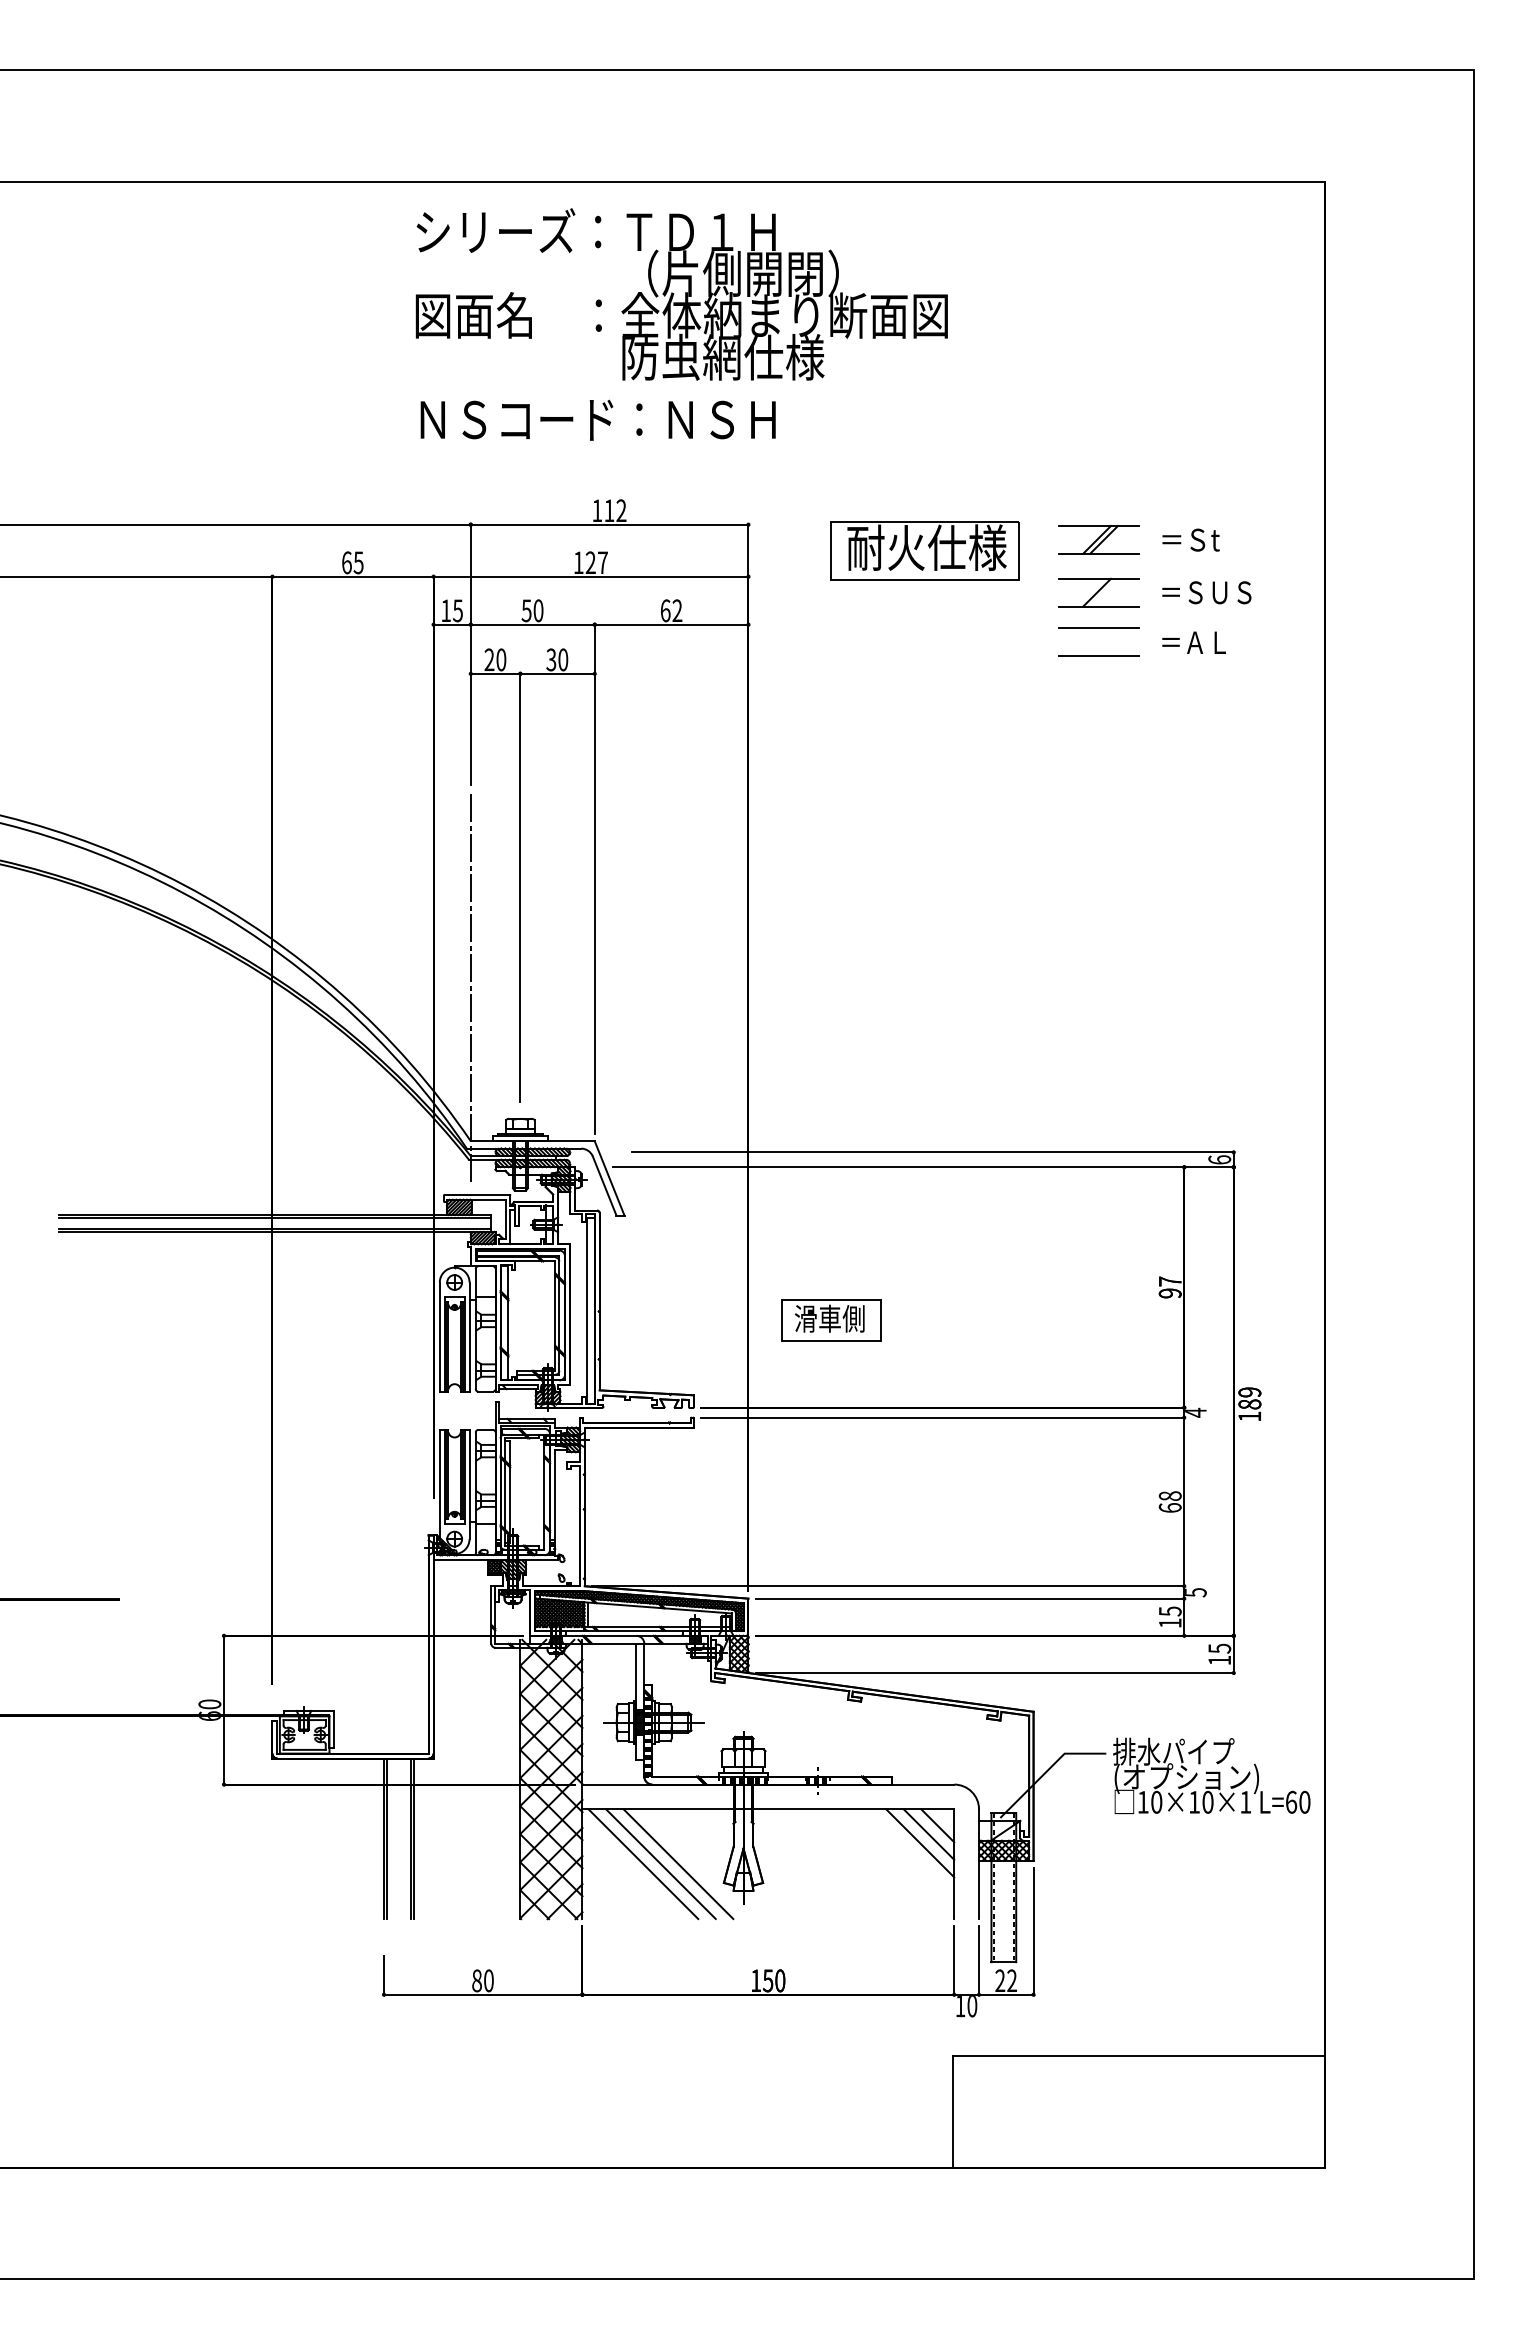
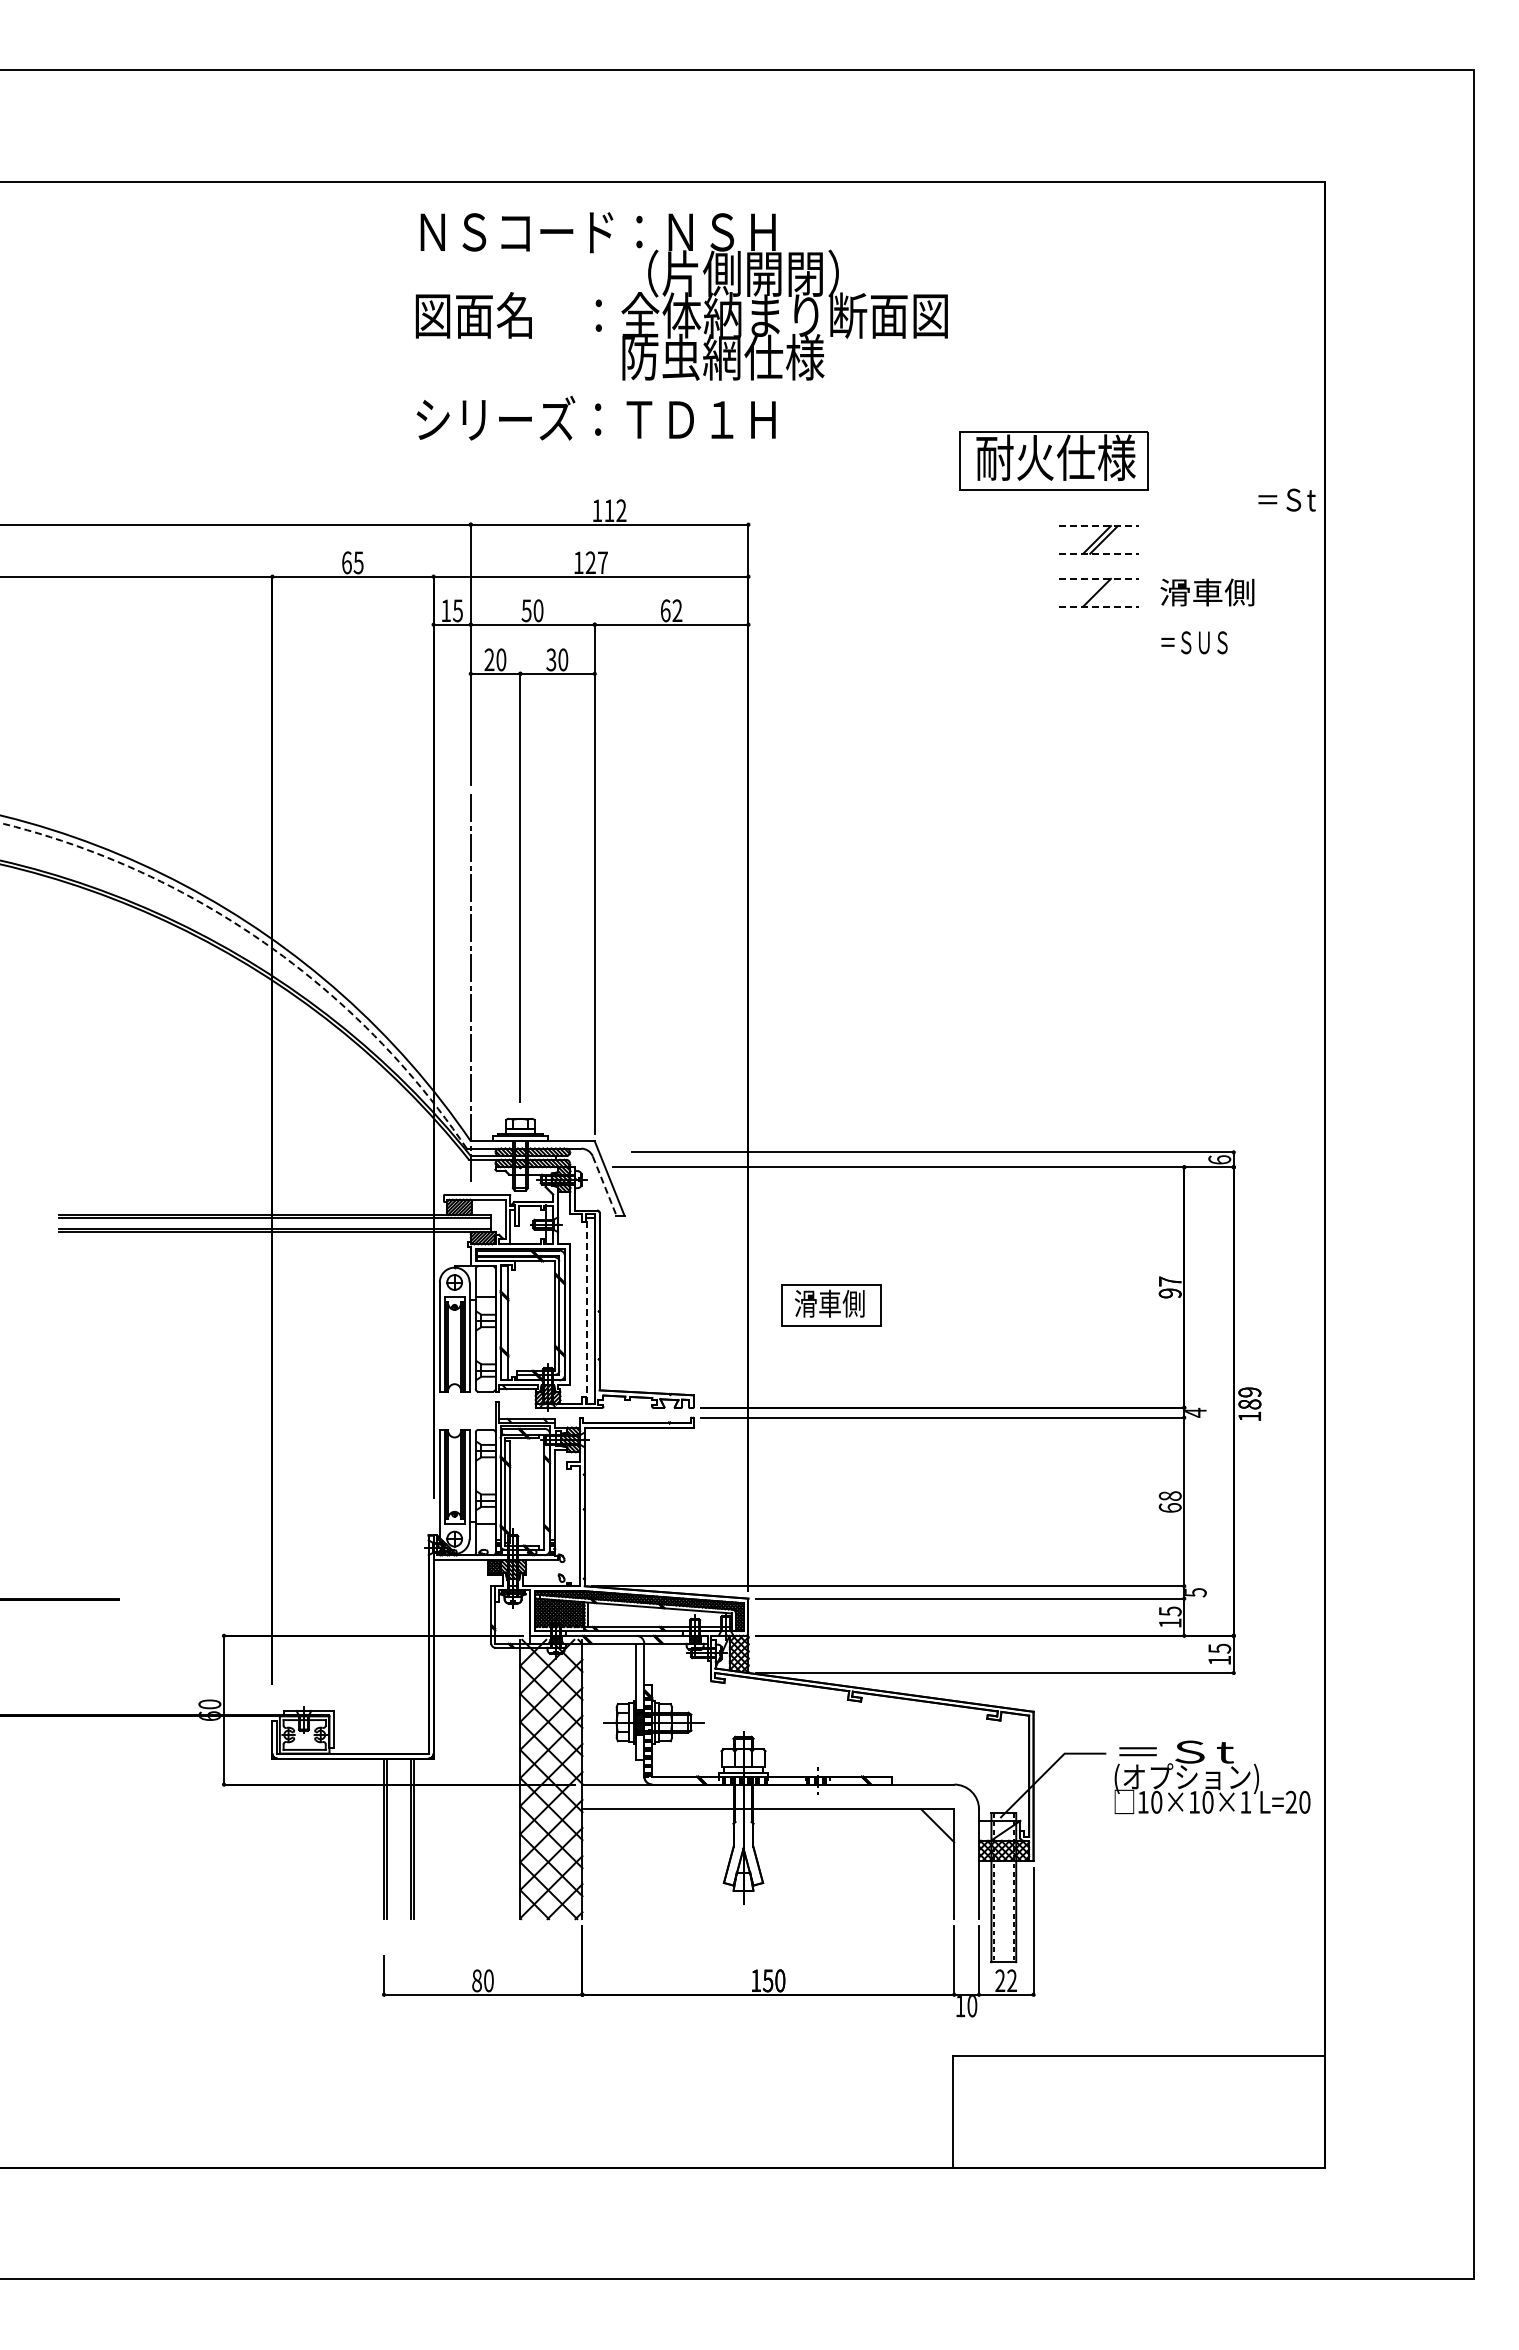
text at (574, 230): シリーズ：ＴＤ１Ｈ -> ＮＳコード：ＮＳＨ
text at (574, 417): ＮＳコード：ＮＳＨ -> シリーズ：ＴＤ１Ｈ
line at (1099, 526): solid -> dashed
text at (1190, 539) position: (1190, 539) -> (1286, 499)
part at (924, 550) position: (924, 550) -> (1053, 460)
line at (1099, 553): solid -> dashed
line at (1099, 578): solid -> dashed
text at (1207, 592): ＝ＳＵＳ -> 滑車側
line at (1099, 606): solid -> dashed
line at (1099, 627): present -> none
text at (1194, 642): ＝ＡＬ -> ＝ＳＵＳ
line at (1099, 655): present -> none
arc at (265, 943): solid -> dashed
line at (604, 1186): solid -> dashed
line at (587, 1311): solid -> dashed
part at (831, 1320) position: (831, 1320) -> (831, 1305)
text at (1173, 1751): 排水パイプ -> ＝Ｓt
text at (1291, 1801): L=60 -> L=20
line at (928, 1834): present -> none
line at (920, 1843): present -> none
line at (643, 1864): present -> none
line at (660, 1864): present -> none
line at (678, 1864): present -> none
